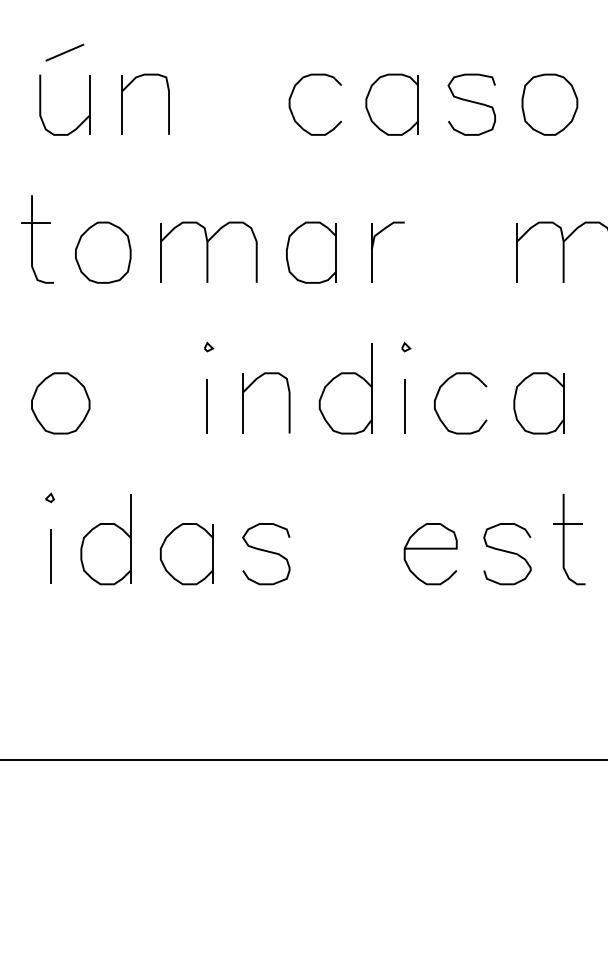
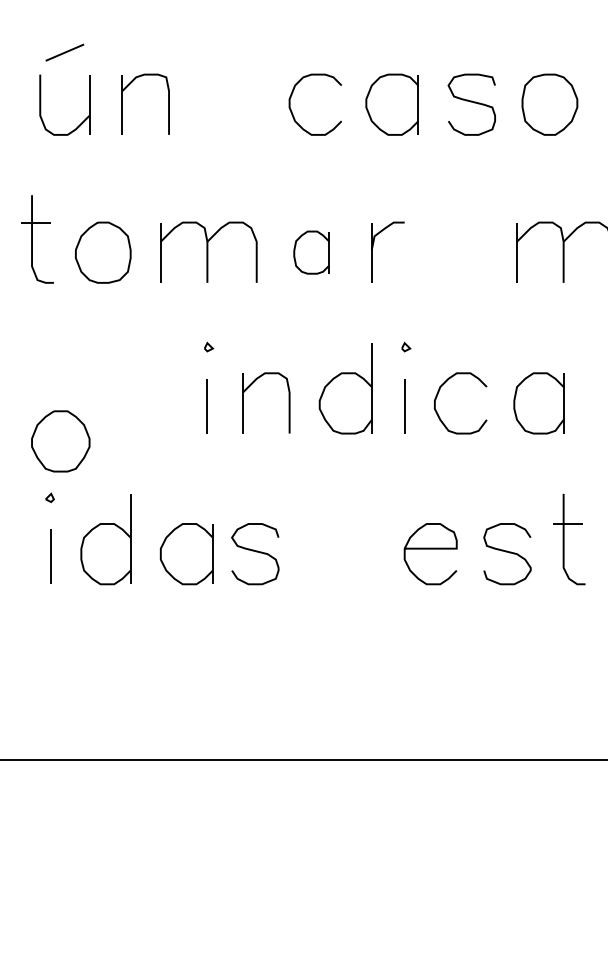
part at (311, 252) size: 51x63 px -> 37x45 px
part at (60, 403) position: (60, 403) -> (60, 441)
curve at (267, 552) position: (267, 552) -> (256, 552)
